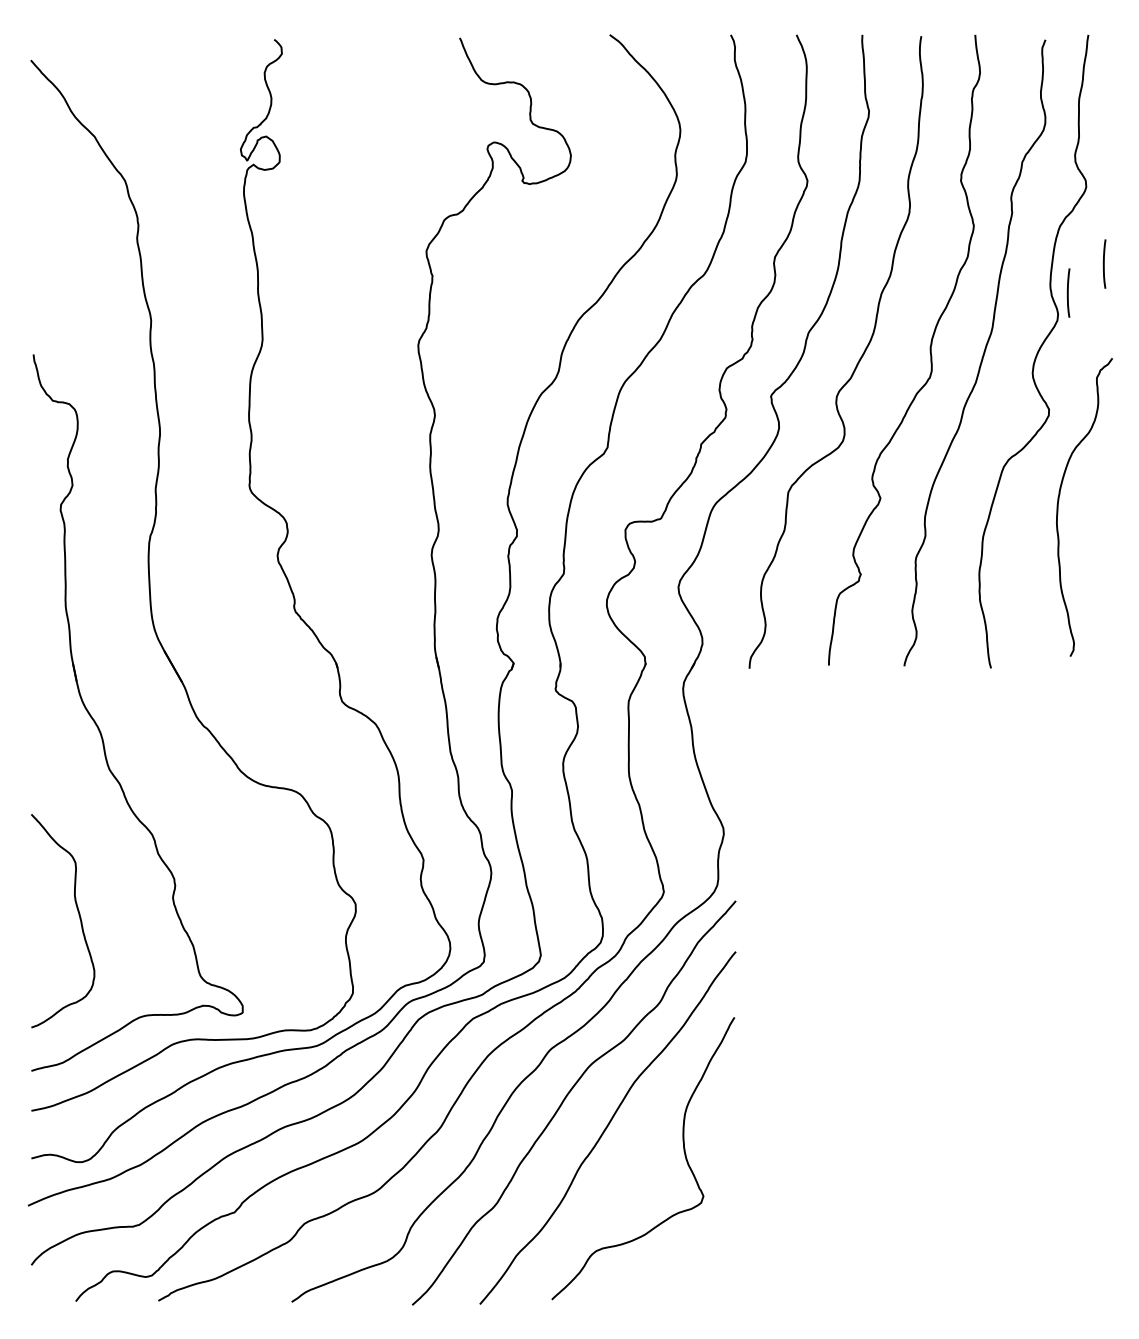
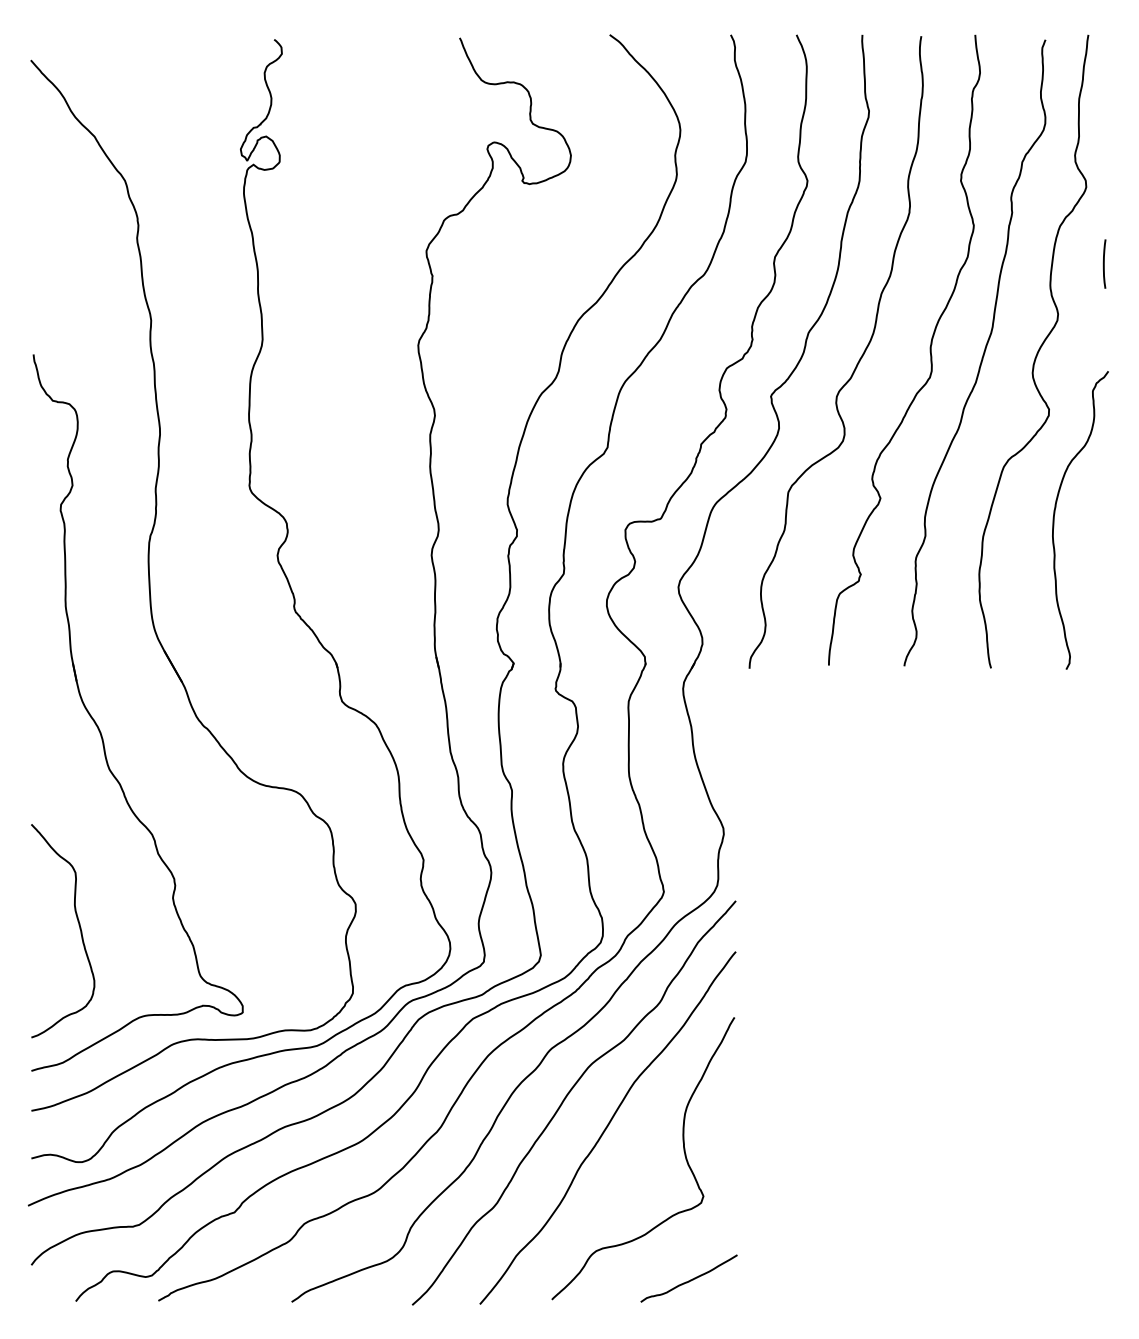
curve at (1068, 292): present -> none
curve at (1059, 500) position: (1059, 500) -> (1055, 513)
curve at (79, 919) position: (79, 919) -> (79, 929)
curve at (688, 1280): none -> present
